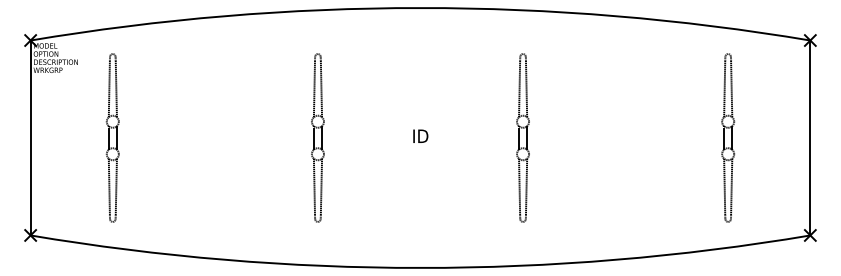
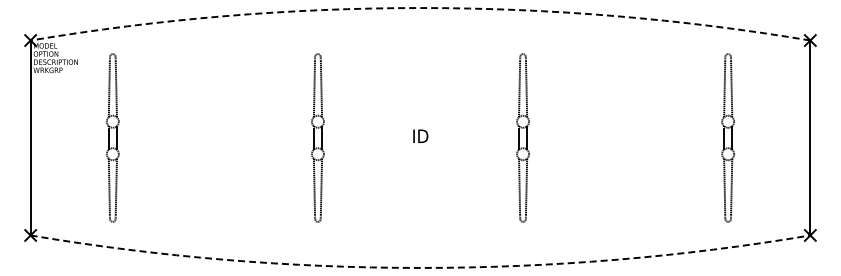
arc at (420, 8): solid -> dashed
arc at (420, 267): solid -> dashed
